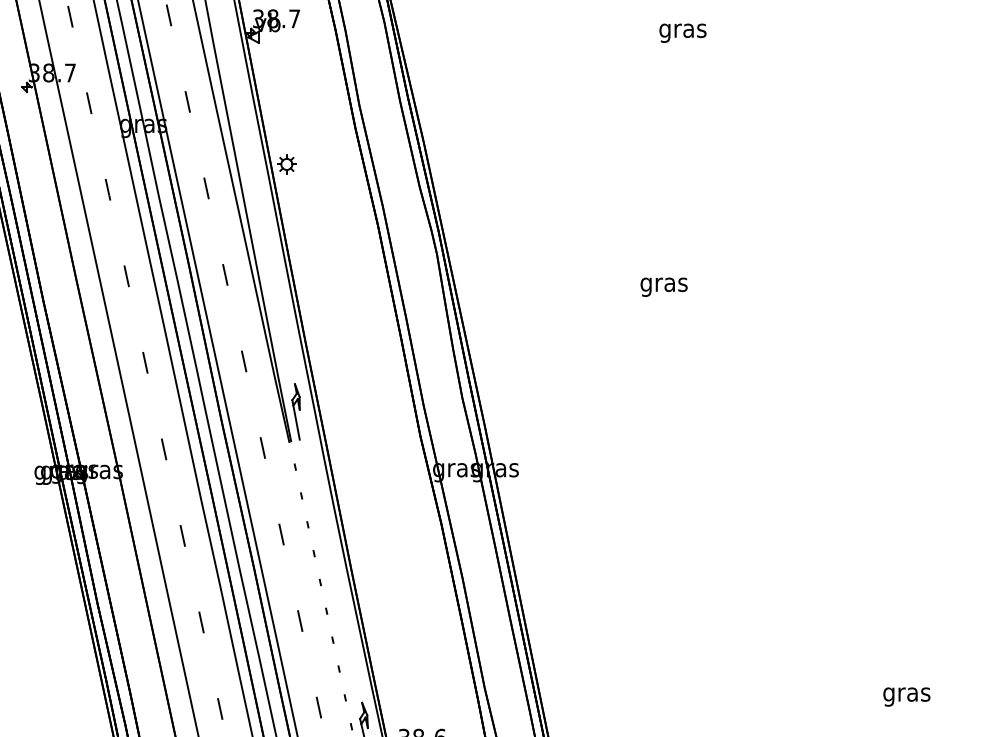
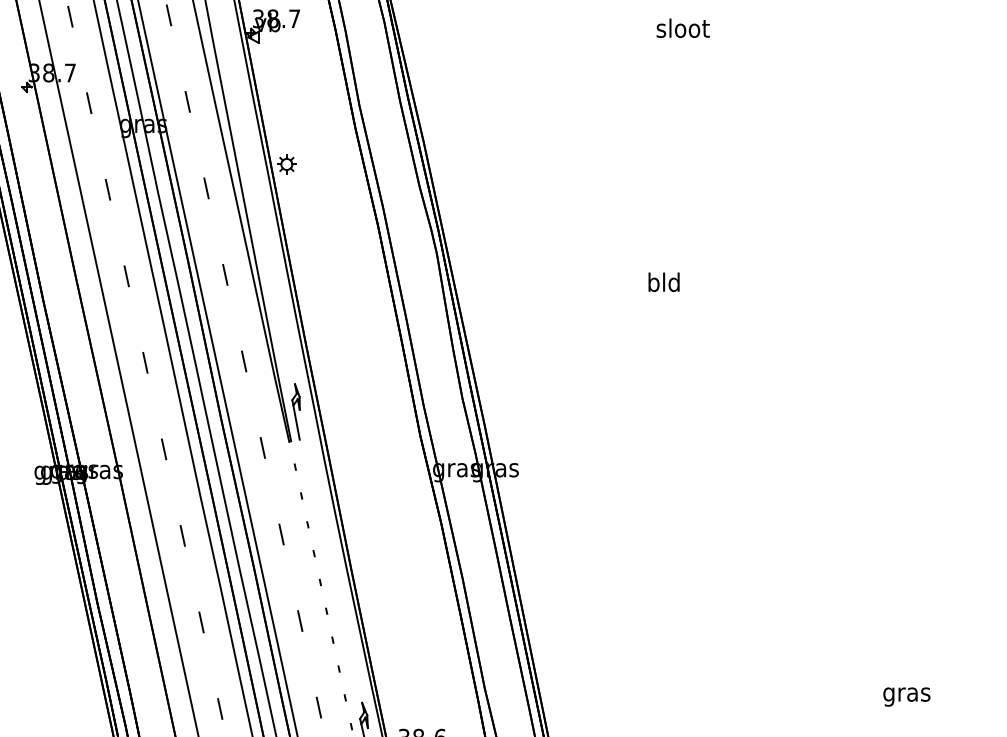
text at (682, 30): gras -> sloot
text at (663, 284): gras -> bld
